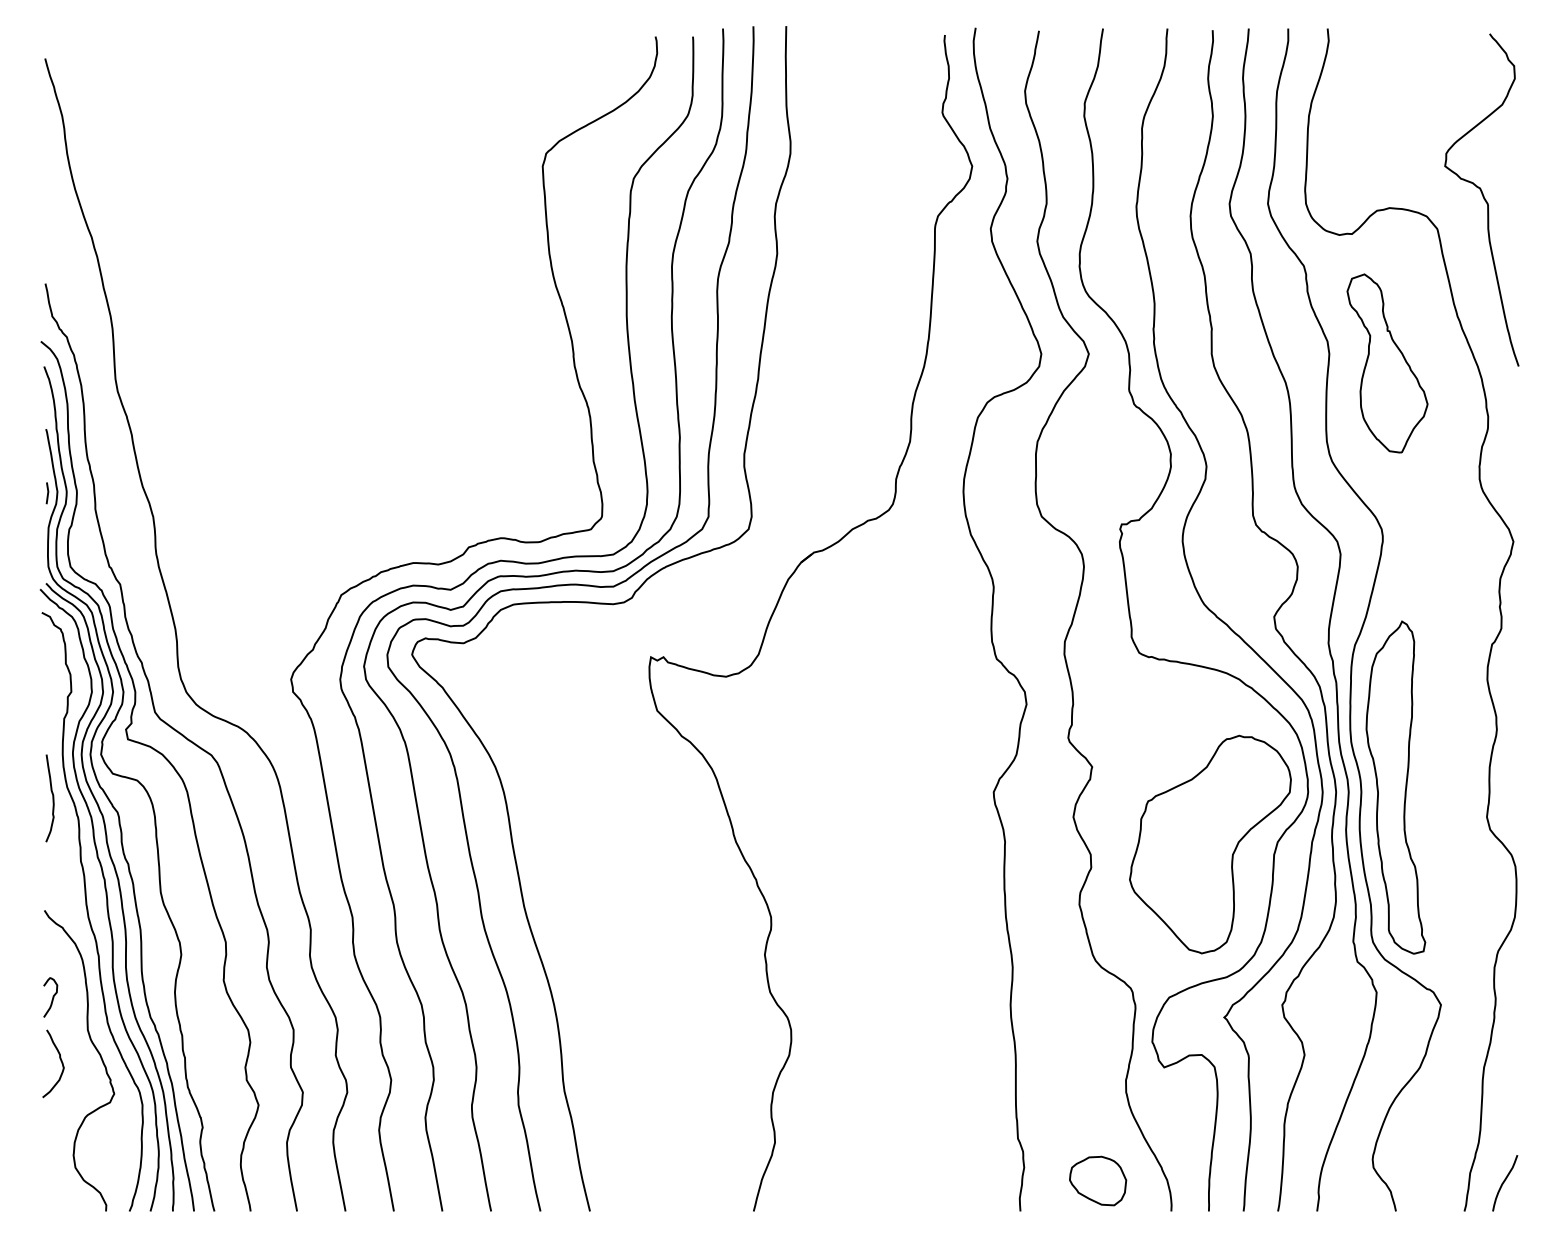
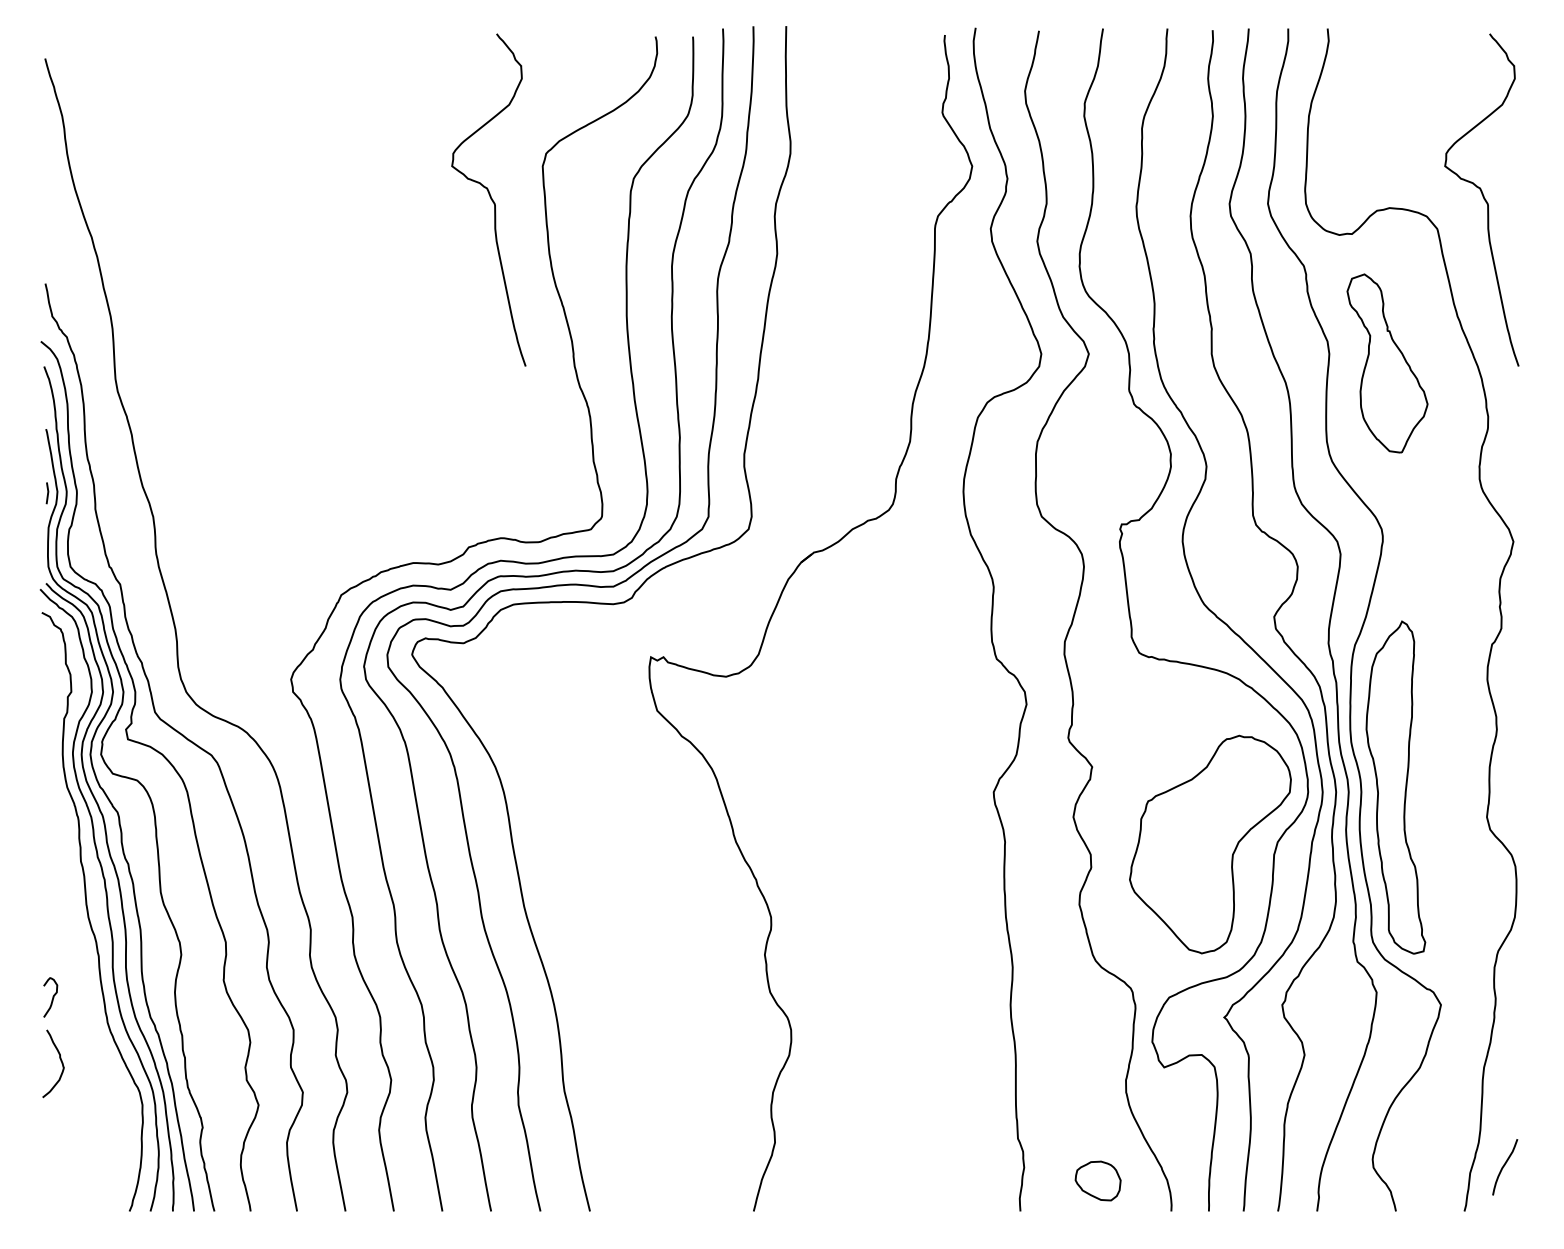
curve at (490, 199): none -> present
curve at (52, 798): present -> none
curve at (95, 1049): present -> none
part at (1098, 1180) size: 59x52 px -> 48x42 px
curve at (1504, 1182) position: (1504, 1182) -> (1504, 1166)
